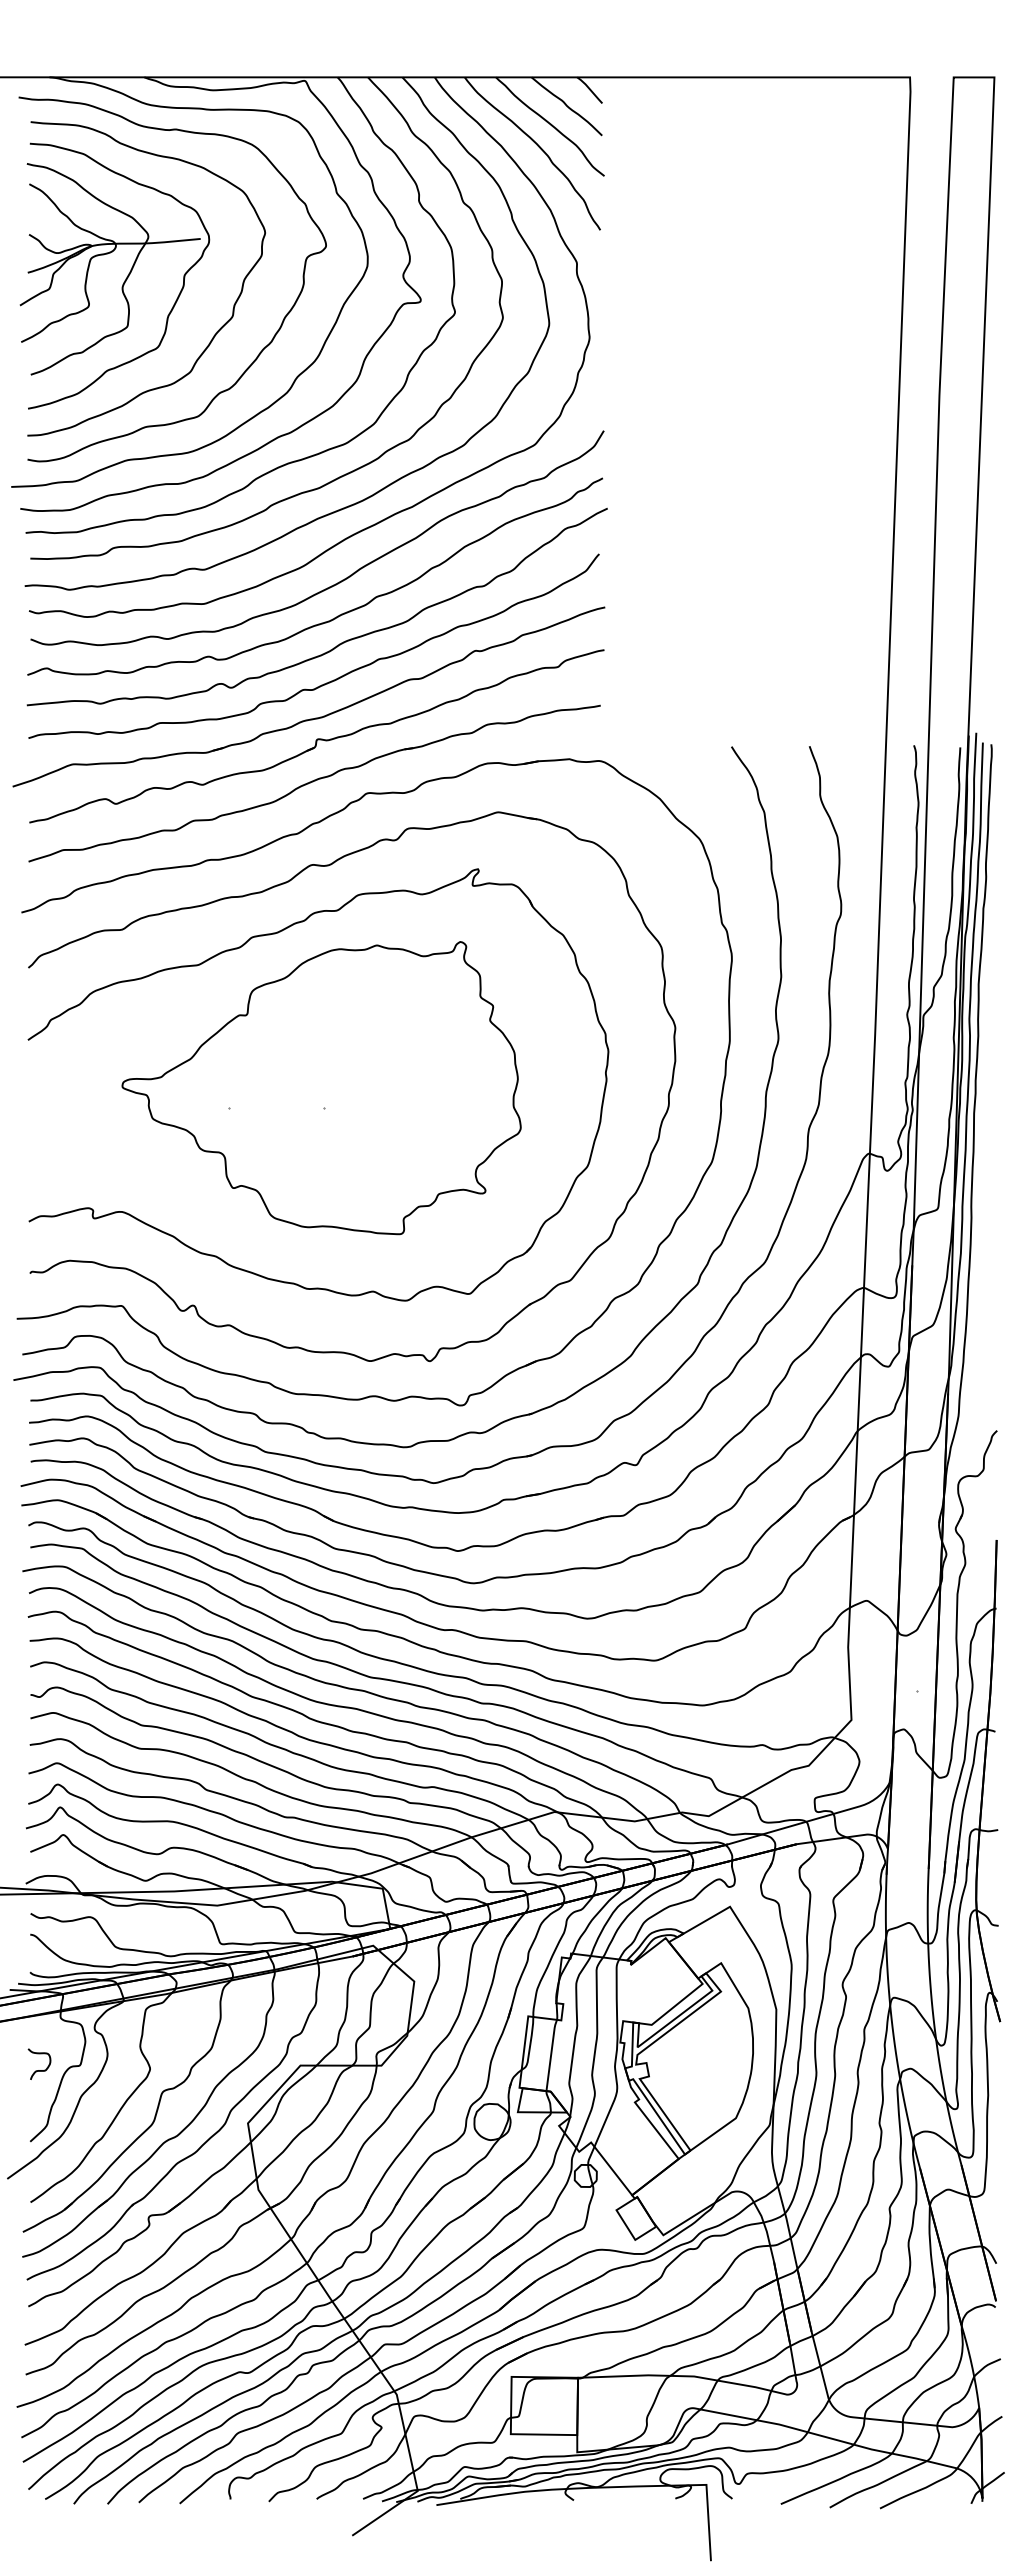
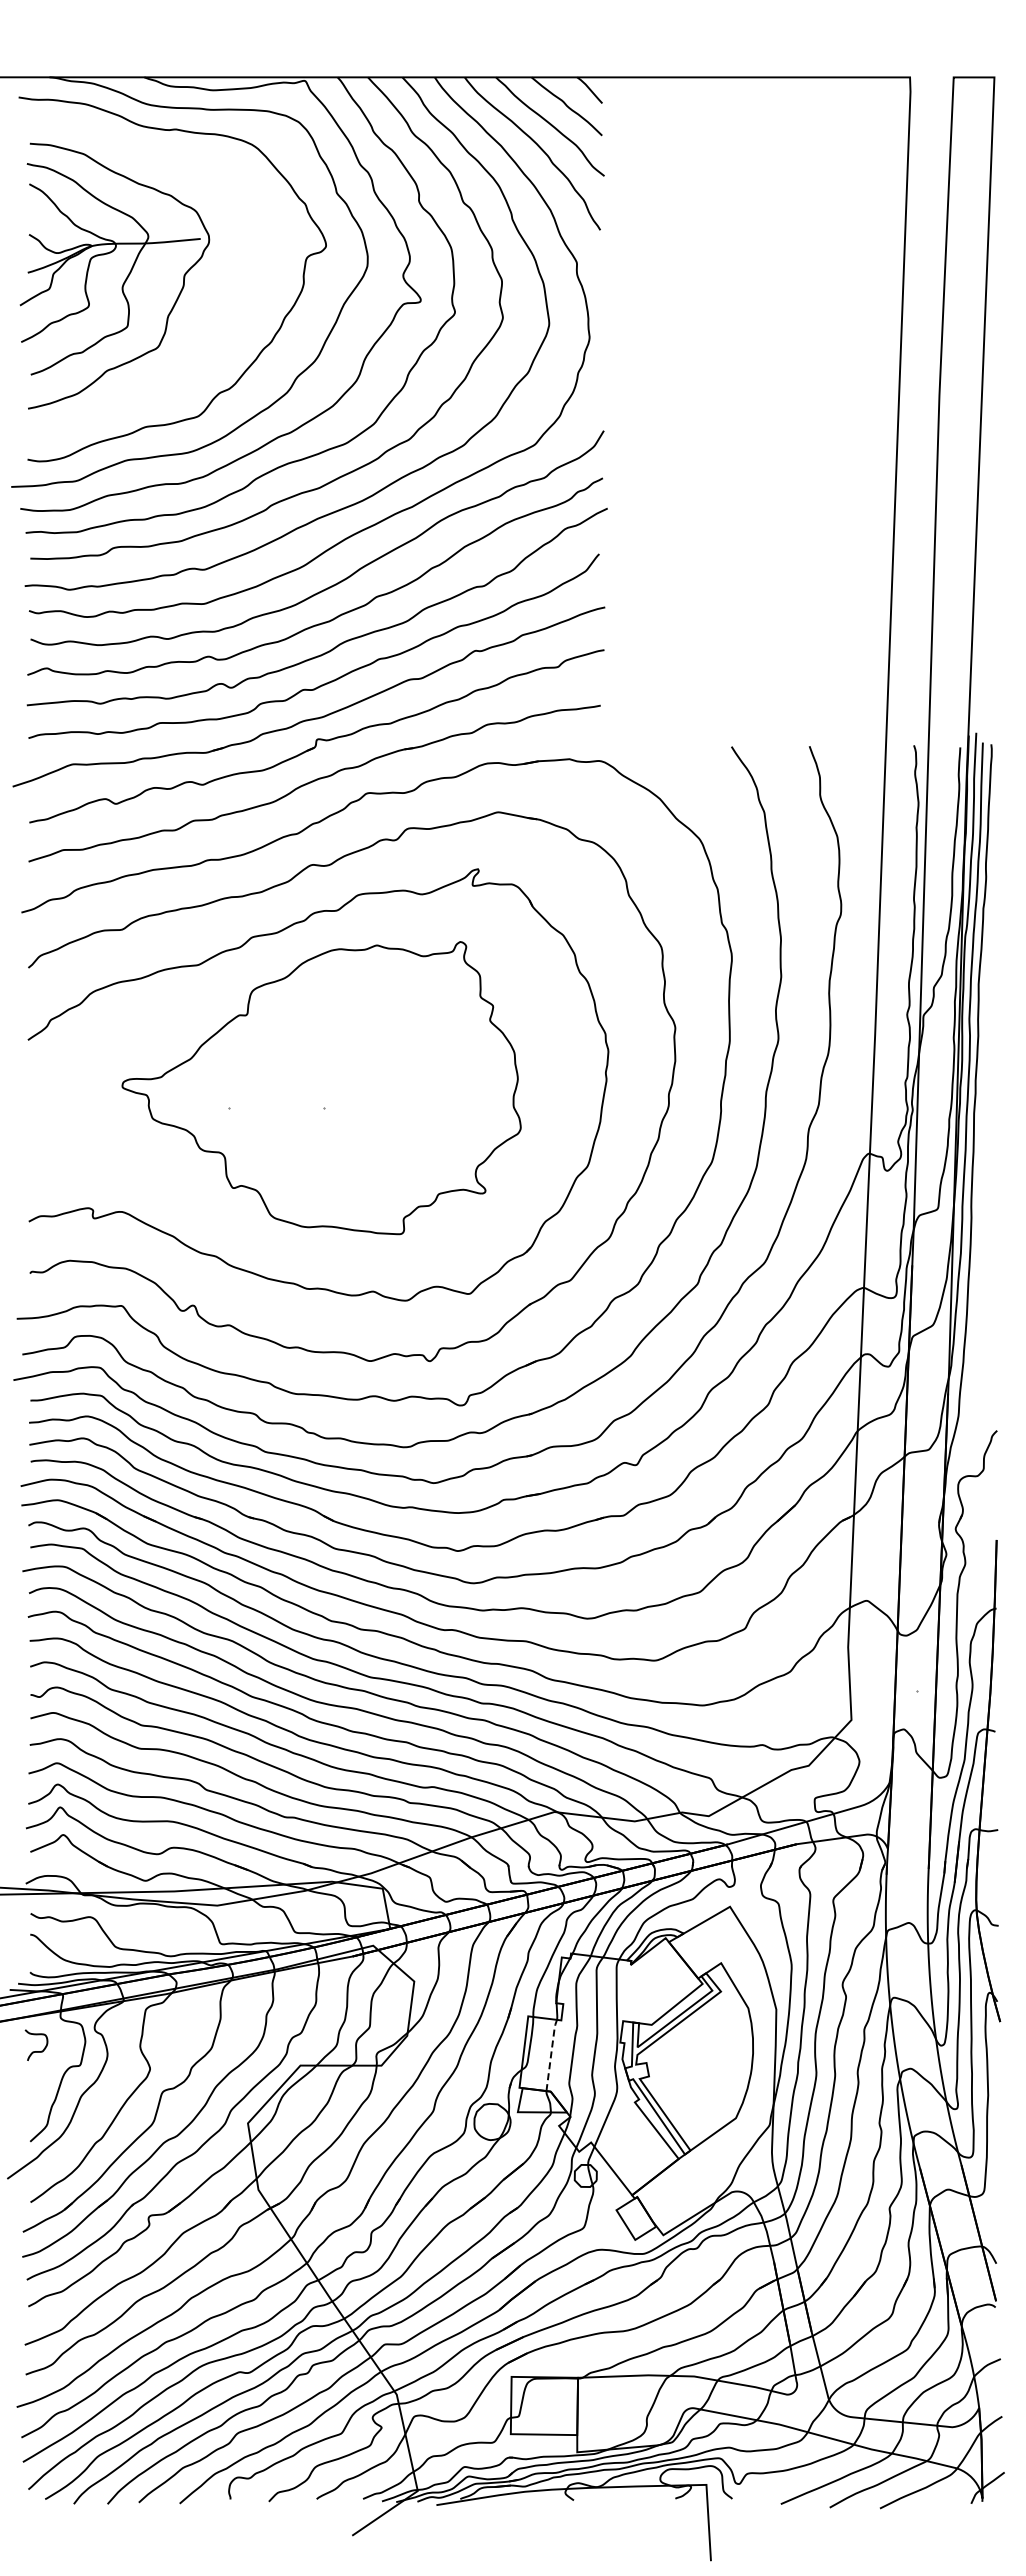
curve at (216, 331): present -> none
line at (551, 2053): solid -> dashed
curve at (39, 2070) position: (39, 2070) -> (36, 2051)
